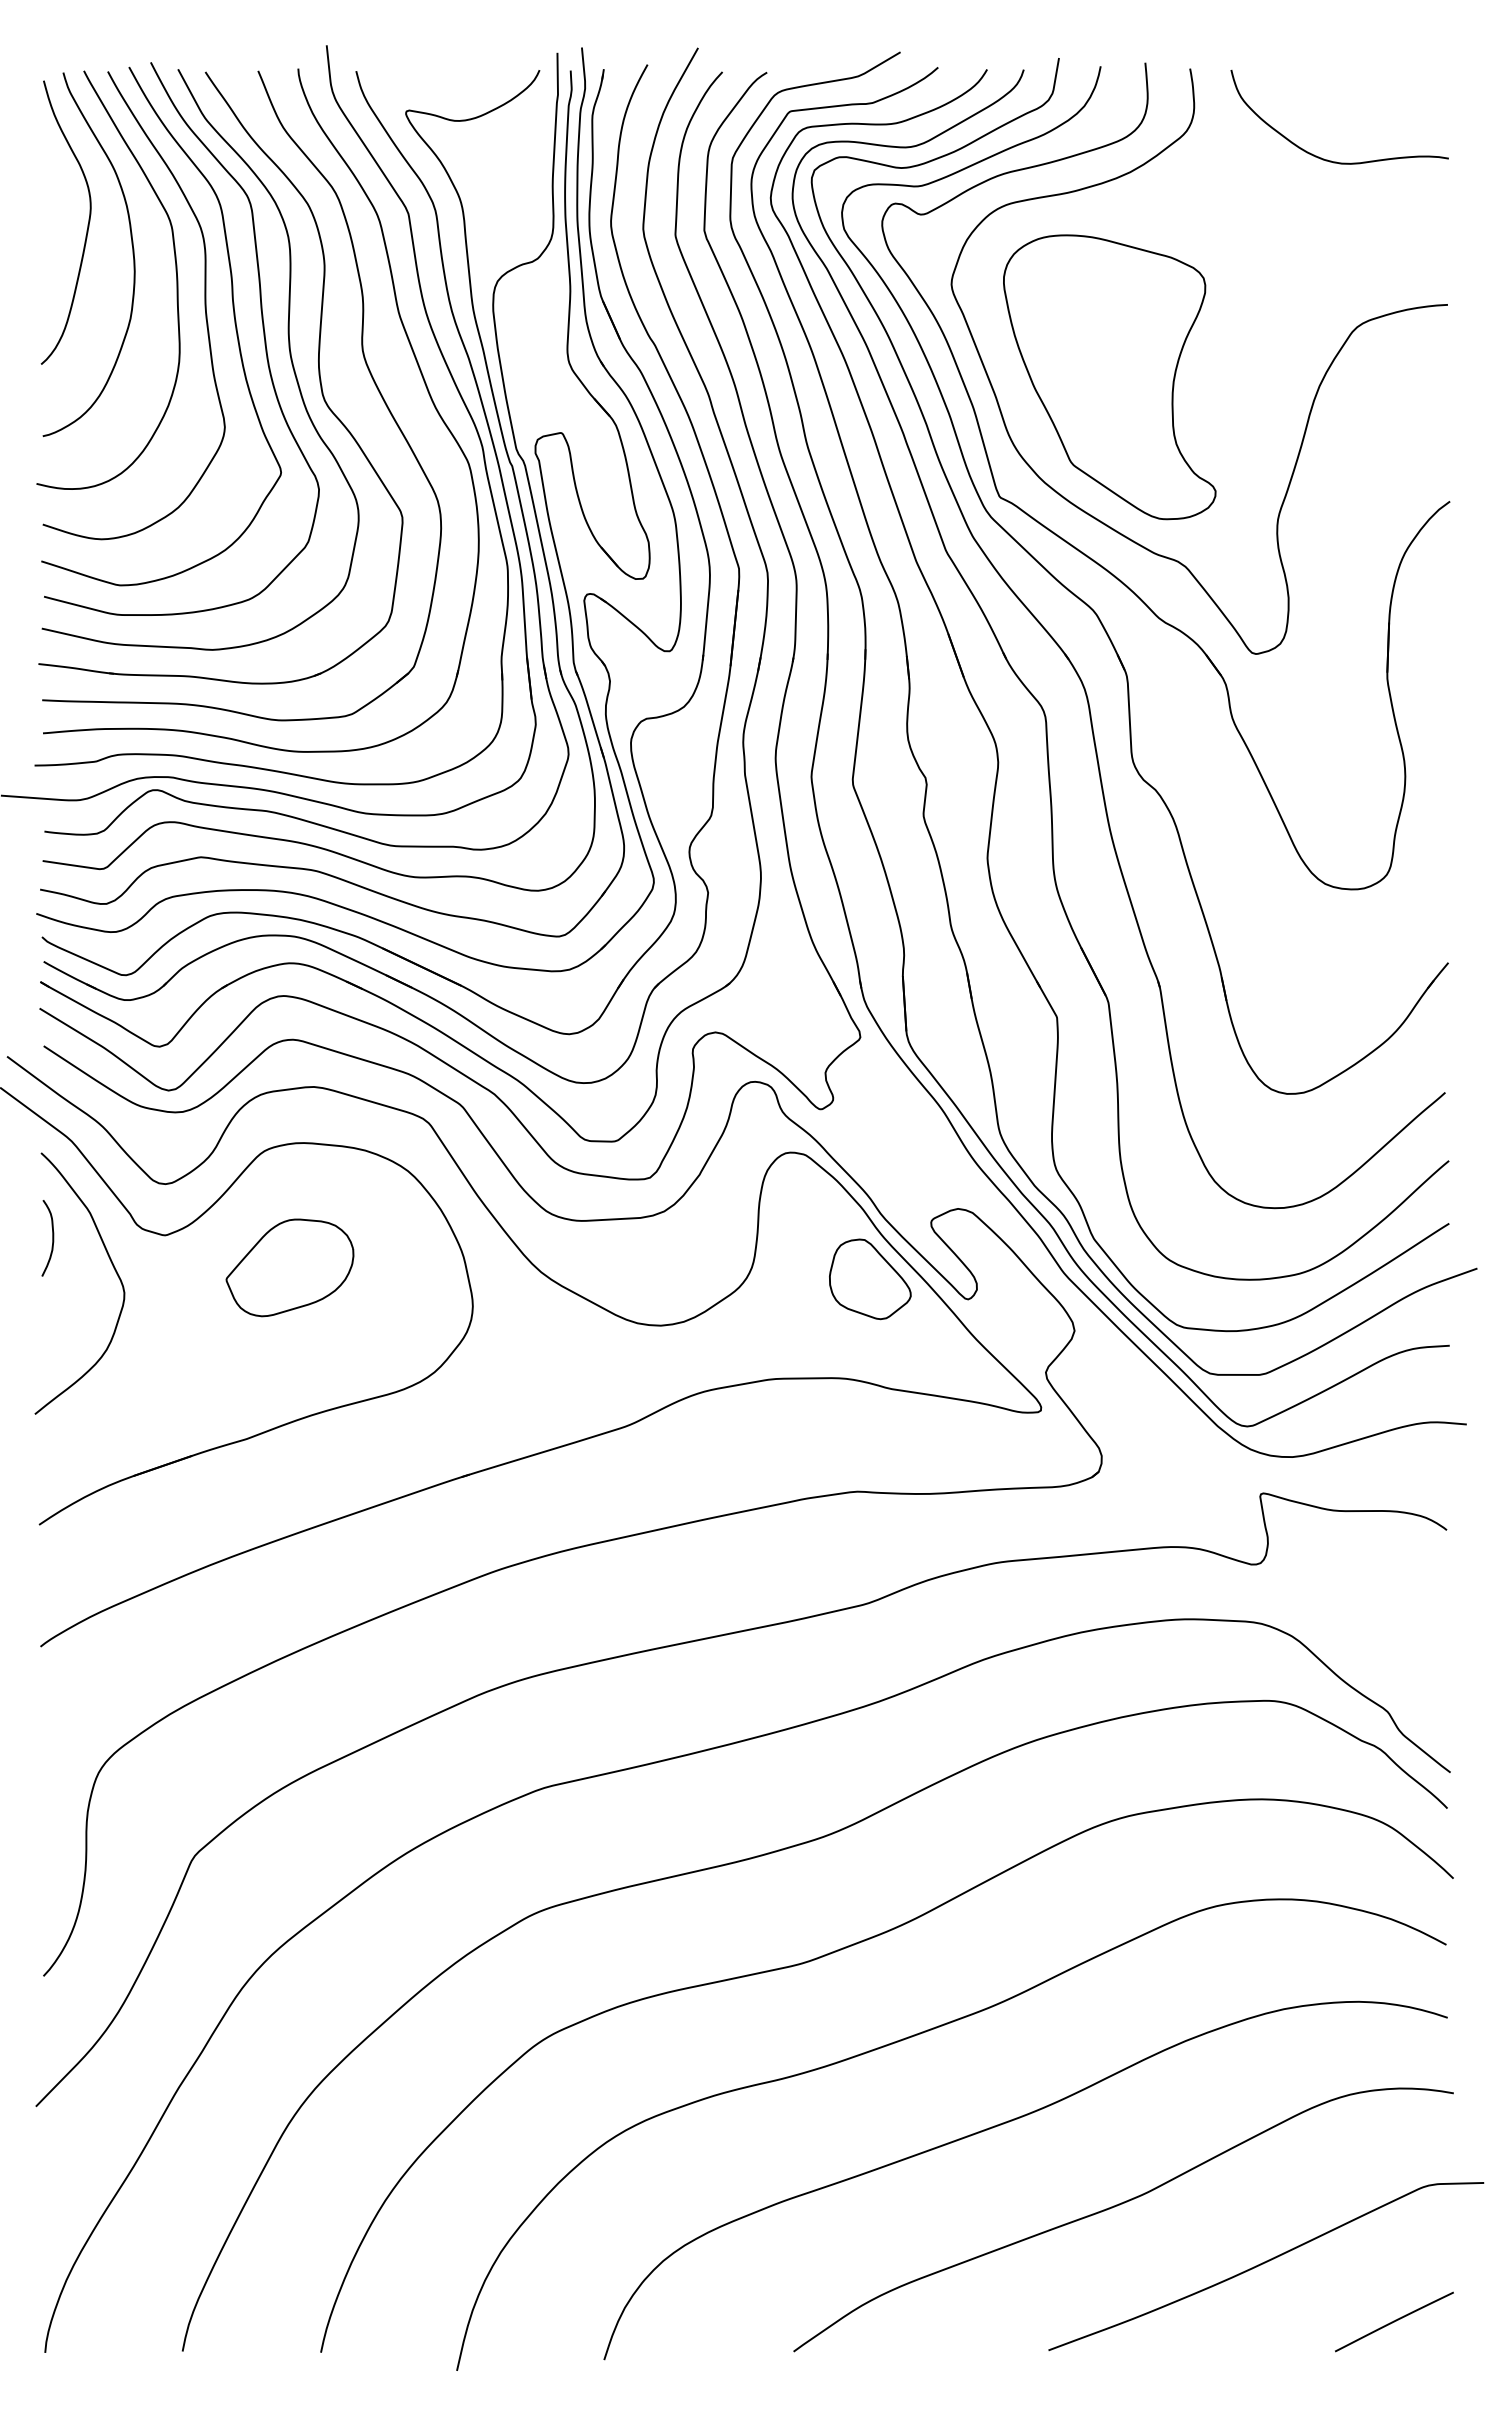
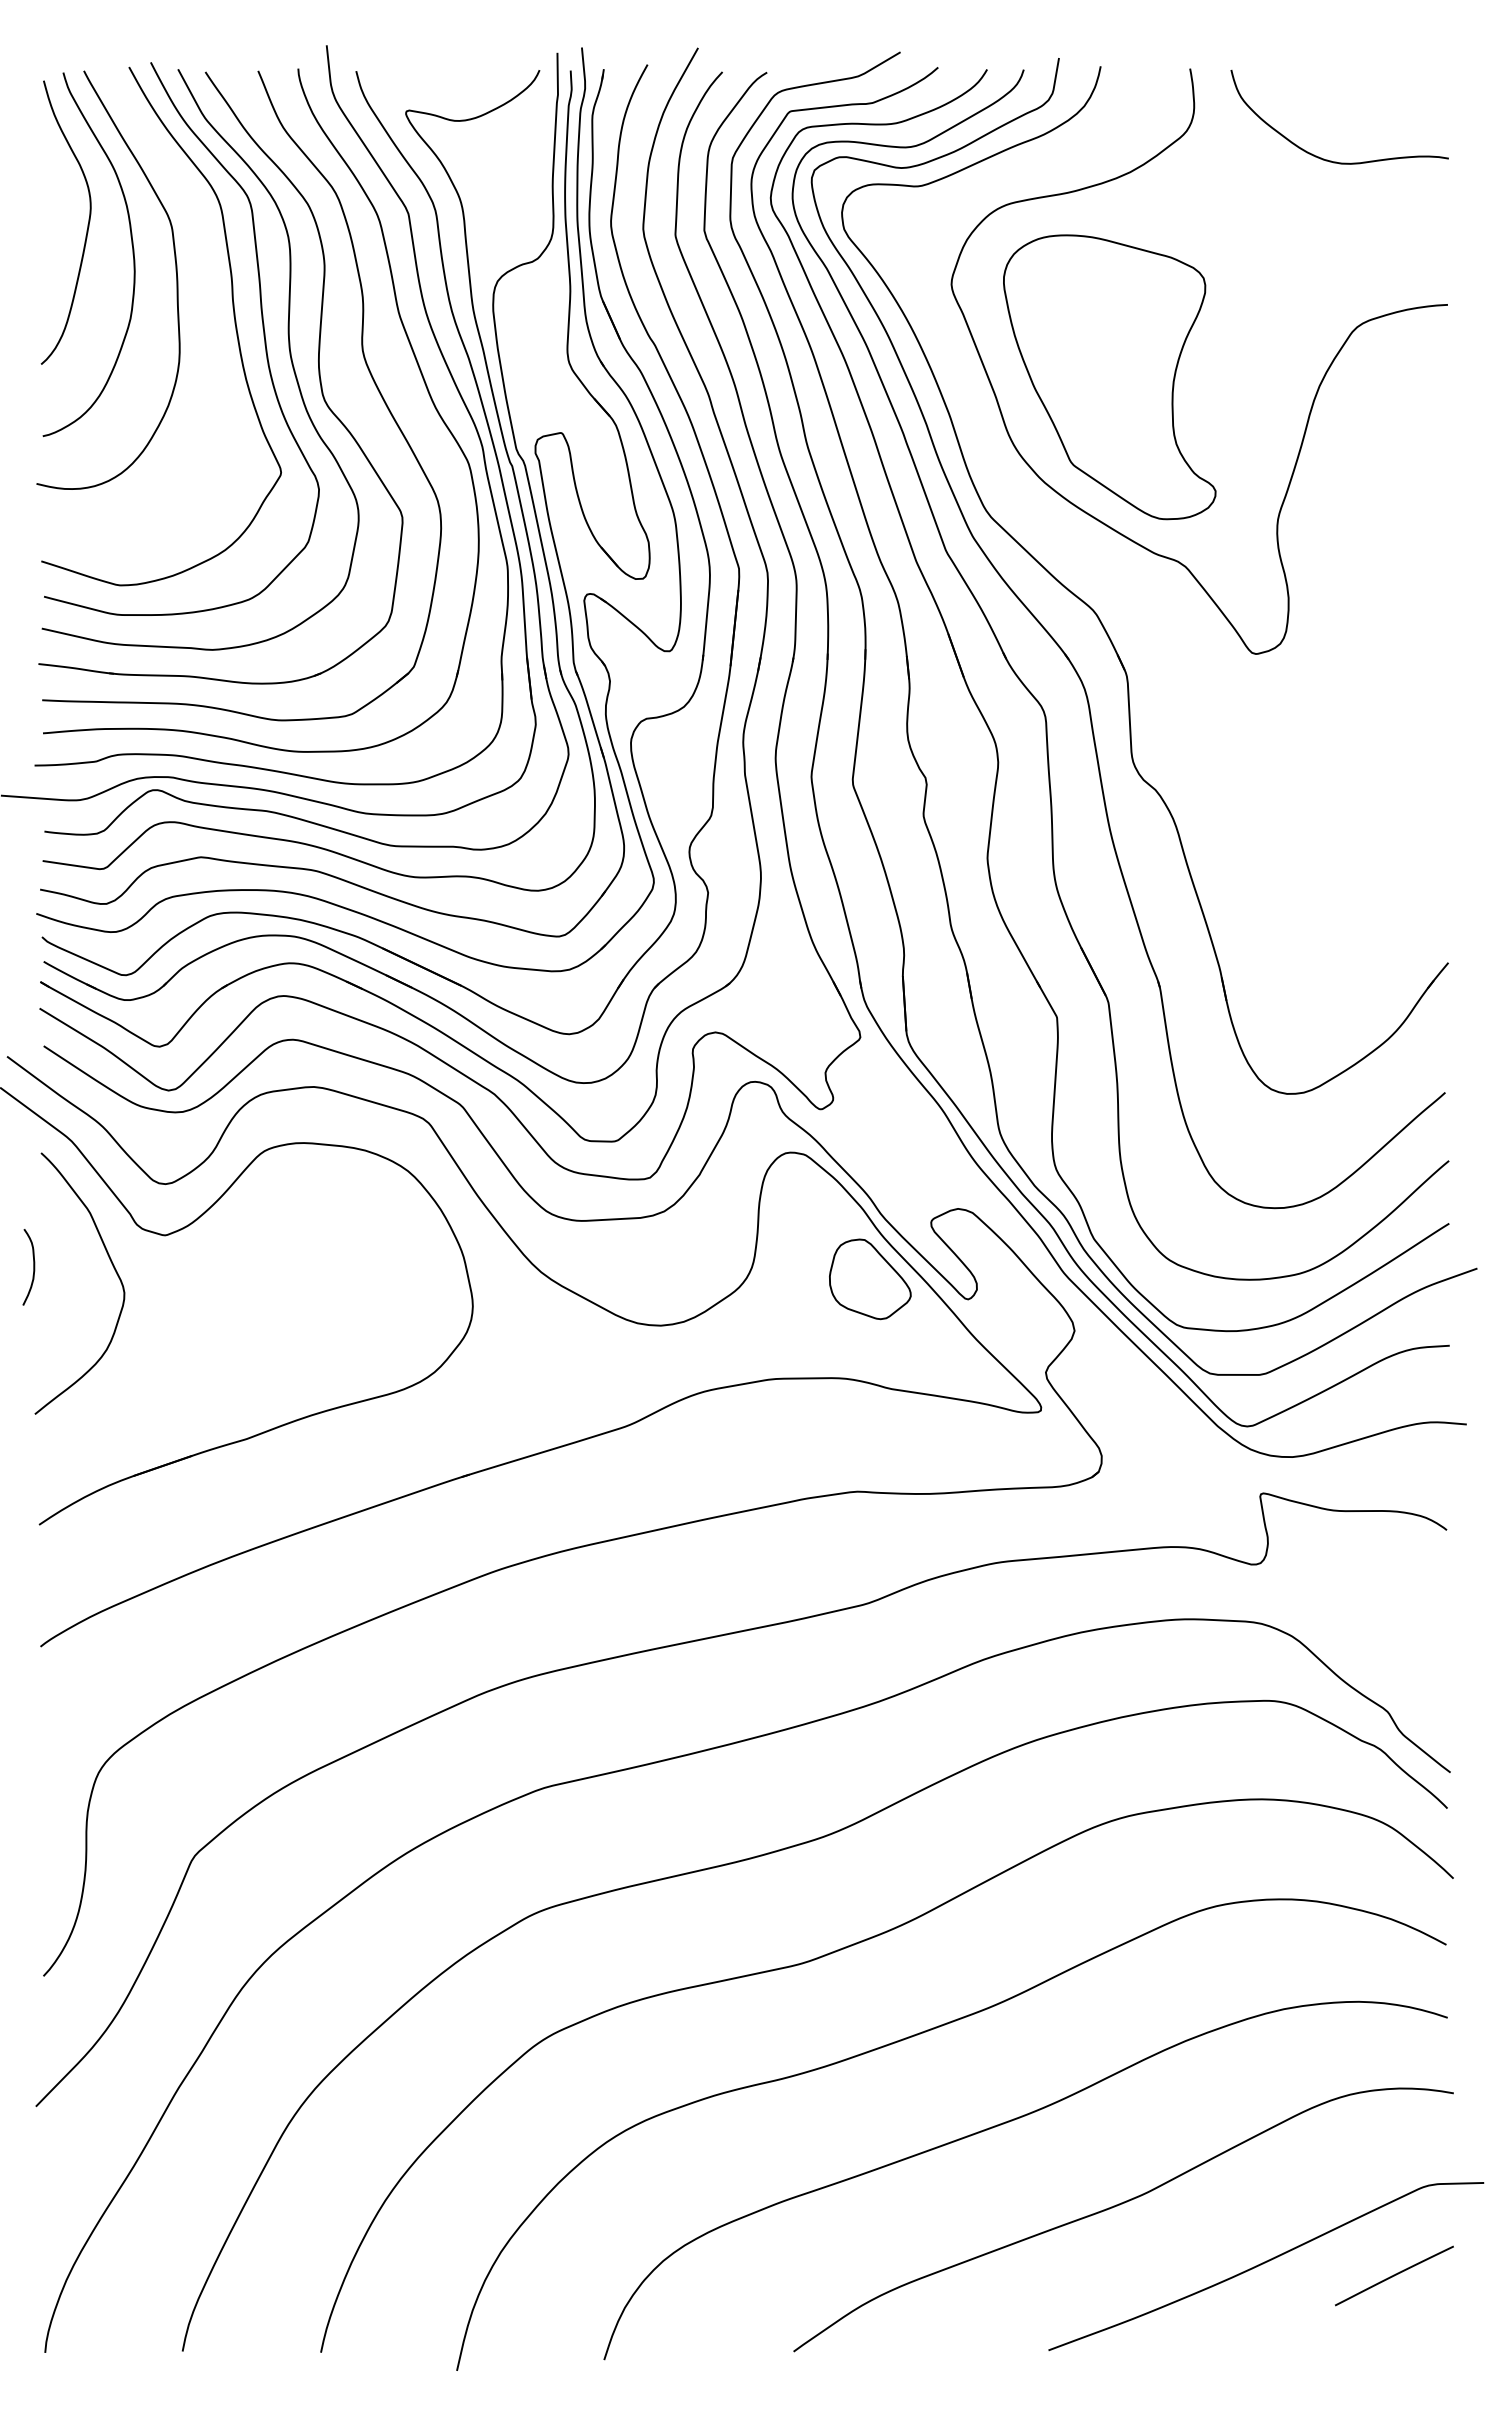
curve at (204, 305): present -> none
part at (1102, 565): present -> none
curve at (52, 1238) position: (52, 1238) -> (33, 1267)
part at (289, 1267): present -> none
line at (1394, 2321) position: (1394, 2321) -> (1394, 2275)
